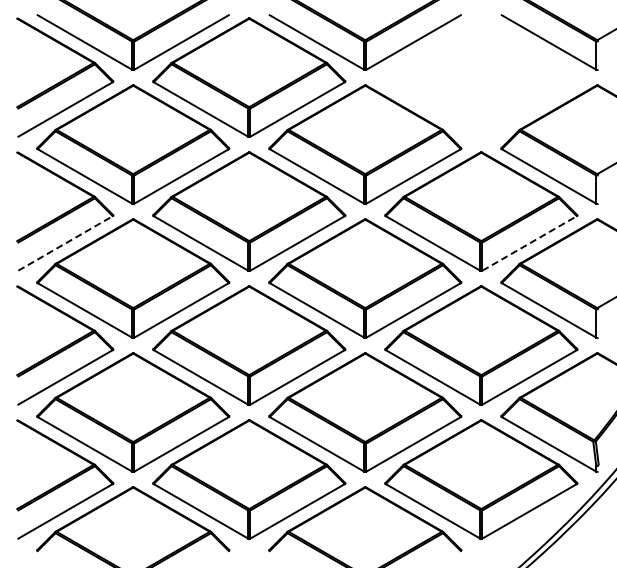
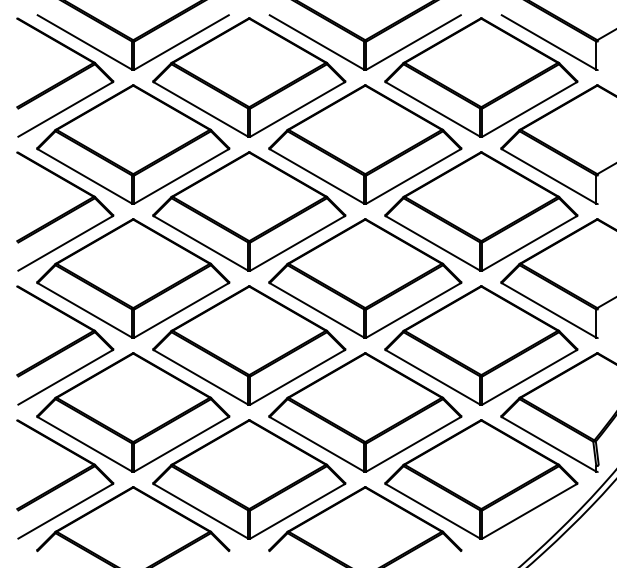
part at (481, 77): none -> present
line at (65, 243): dashed -> solid
line at (529, 243): dashed -> solid
